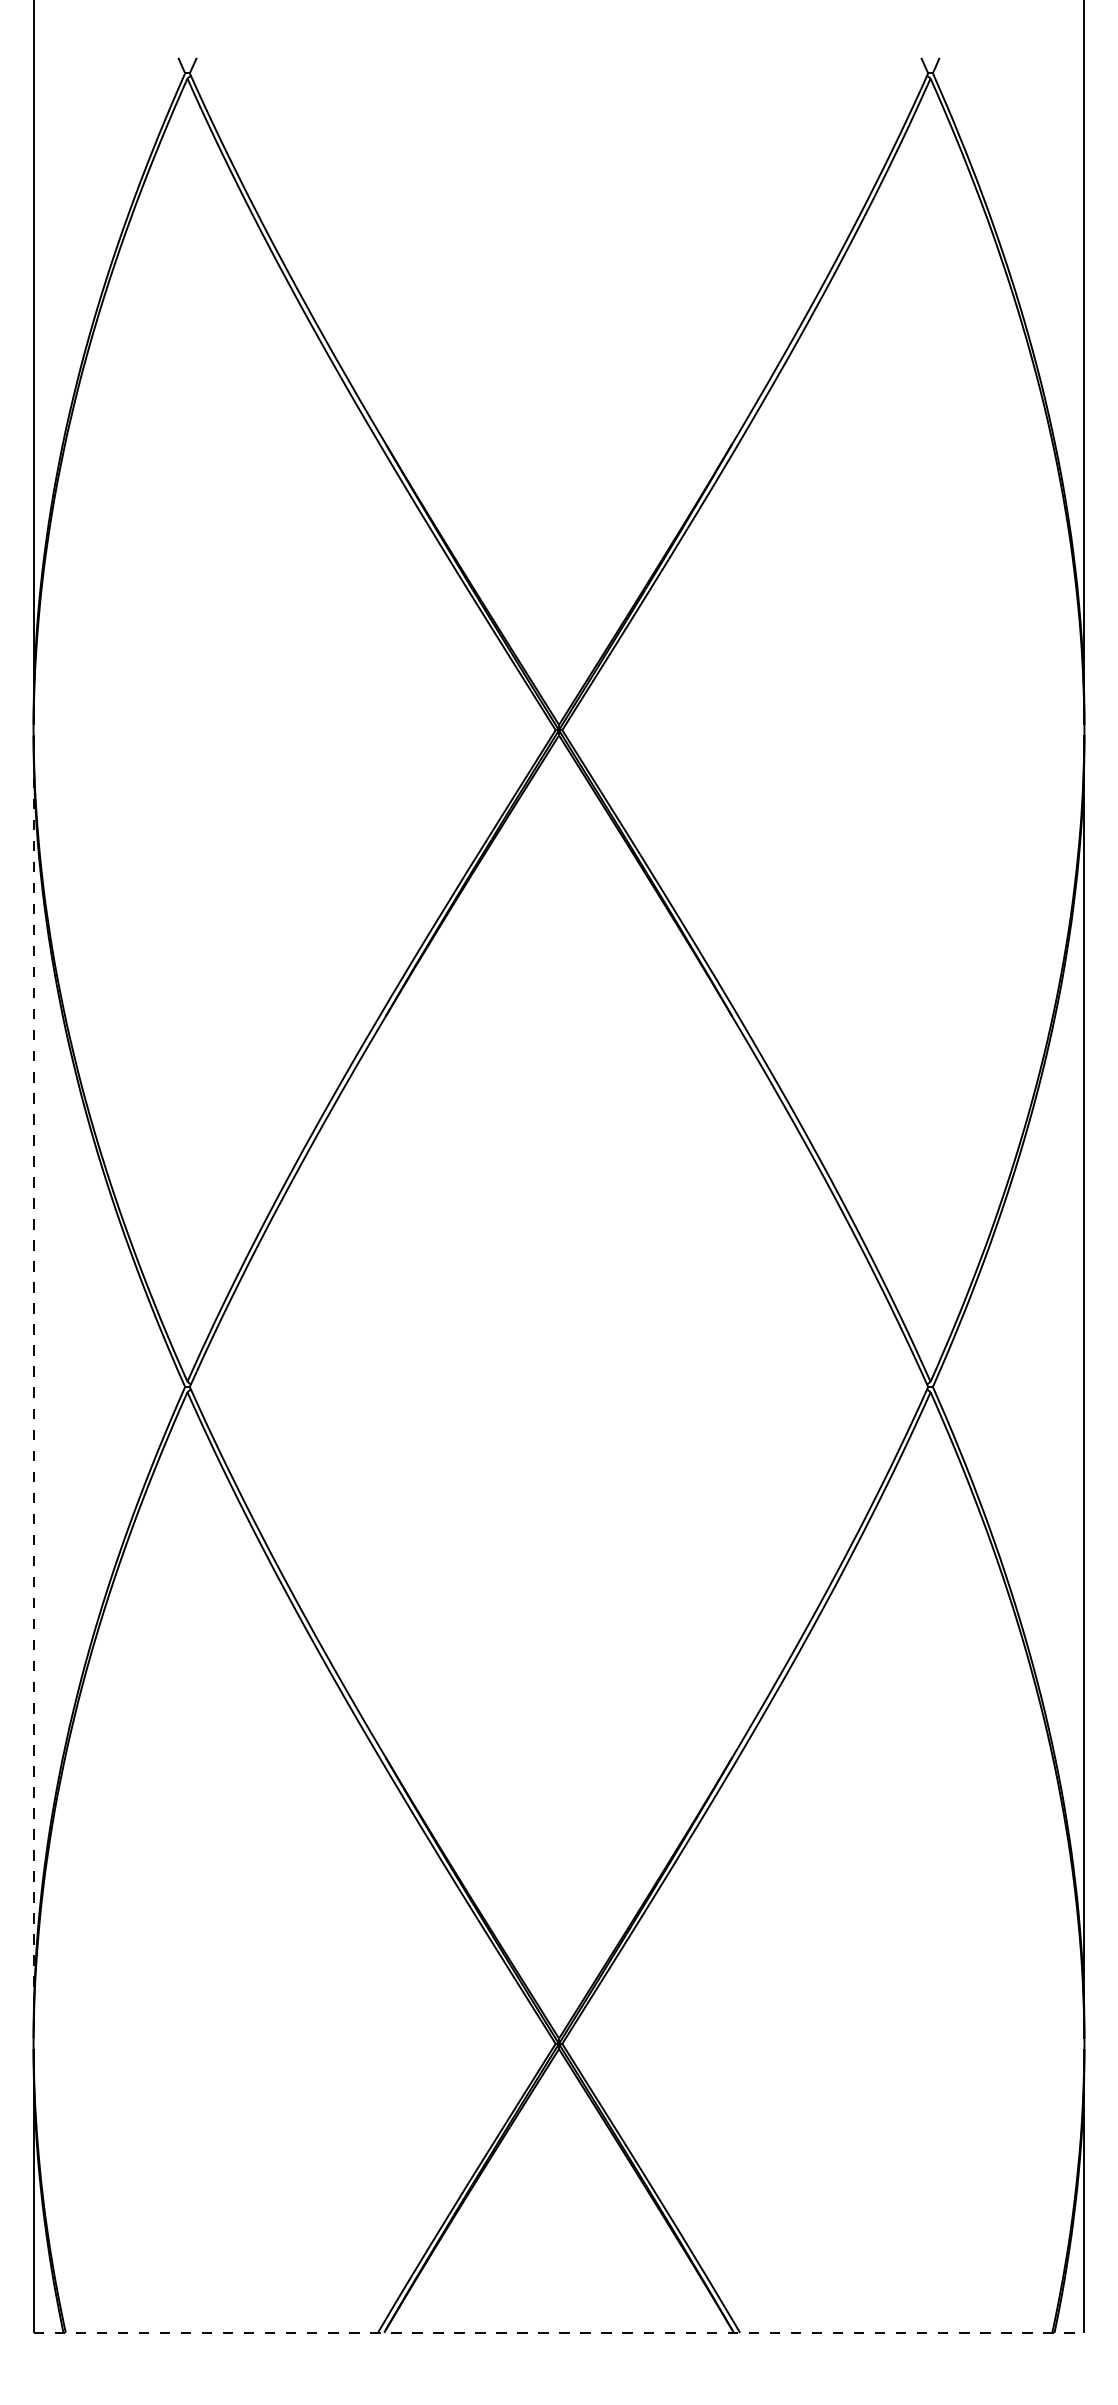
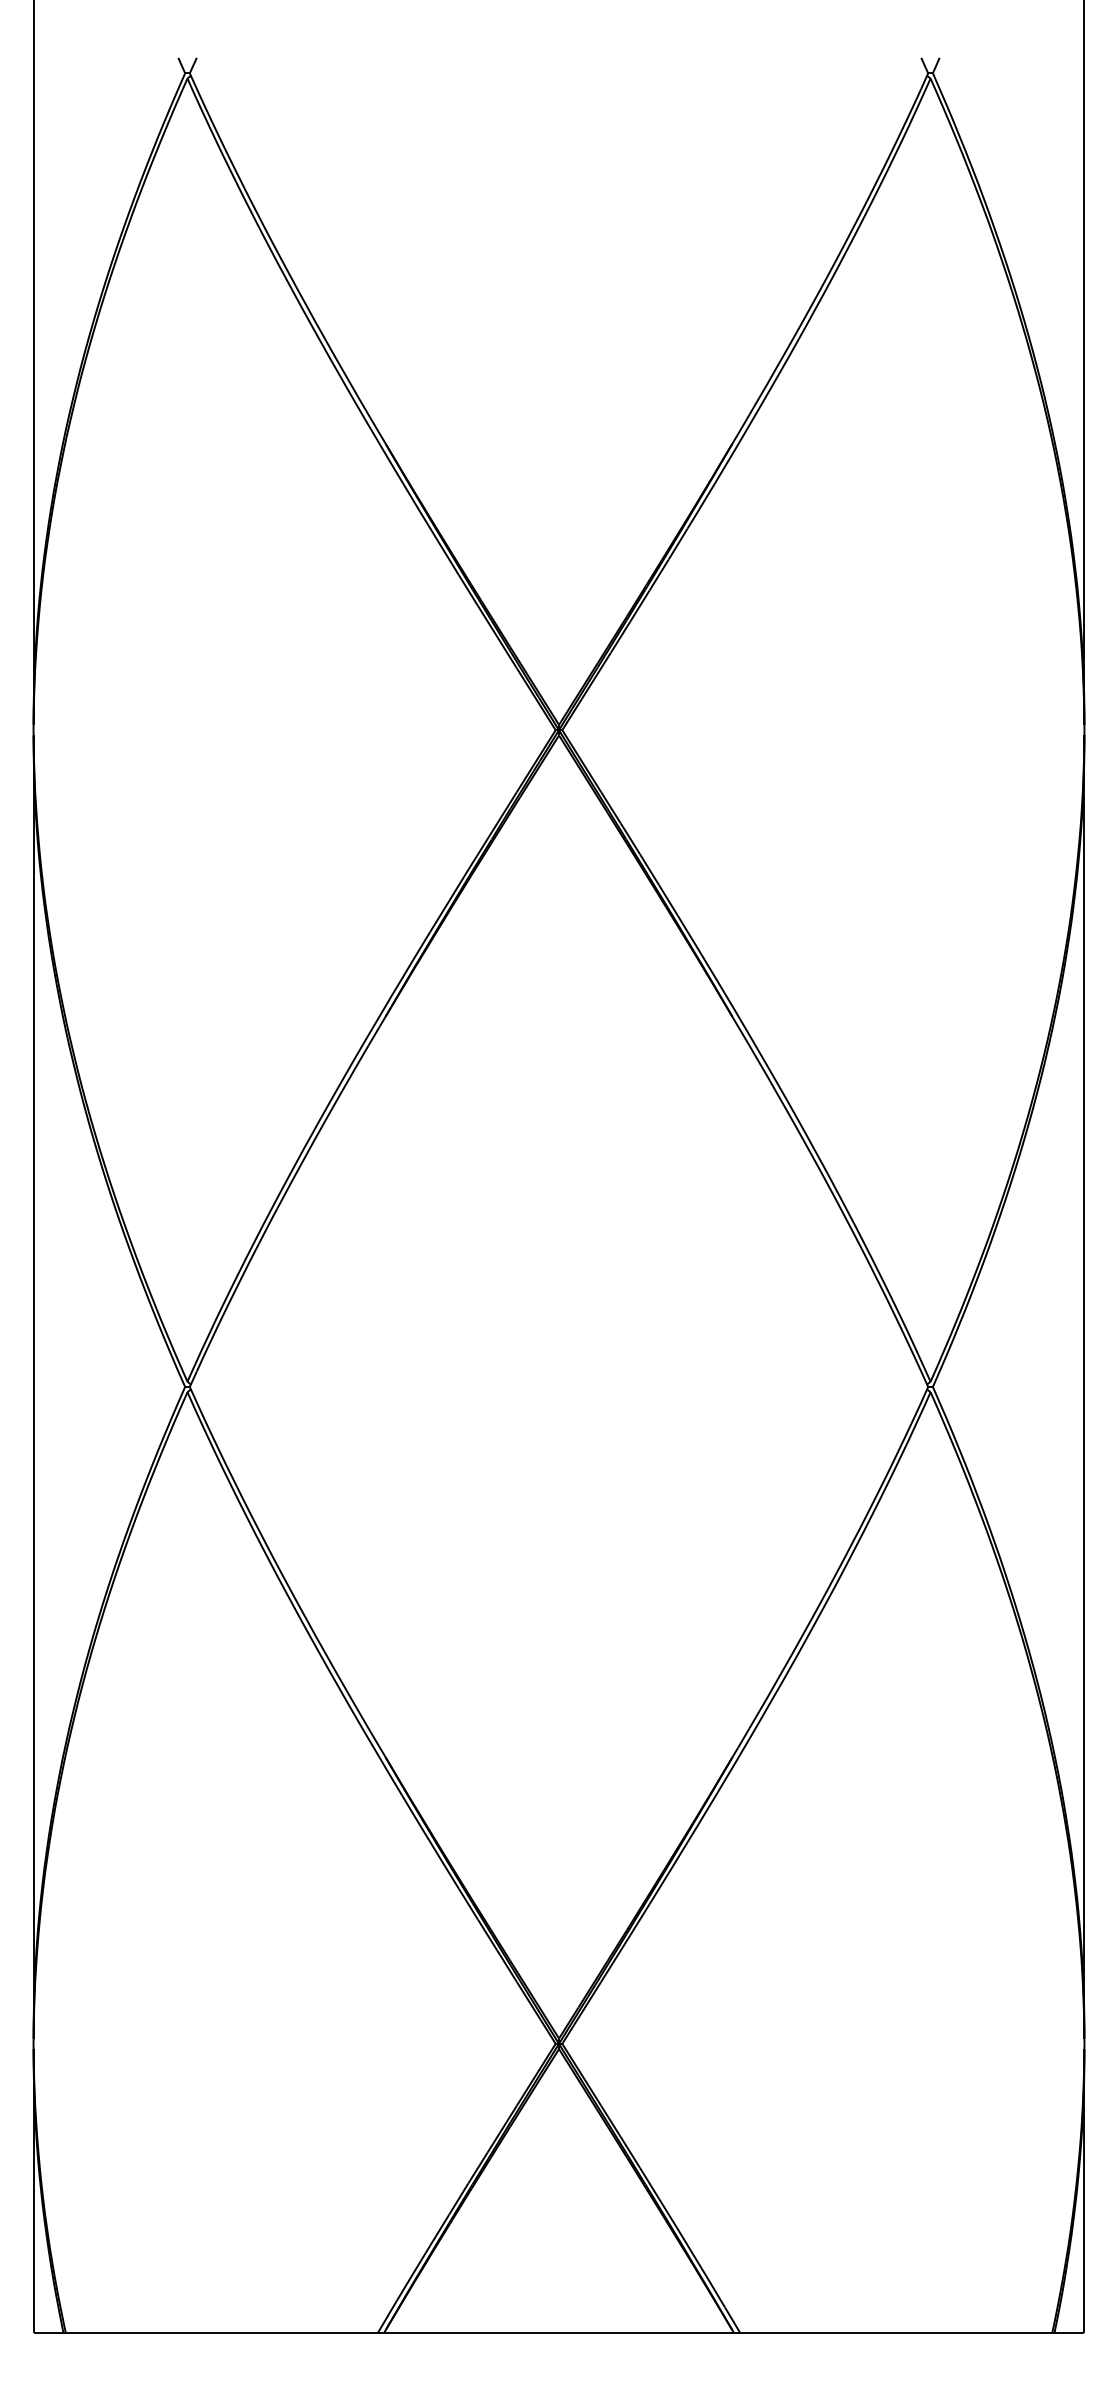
line at (33, 1387): dashed -> solid
line at (559, 2332): dashed -> solid
